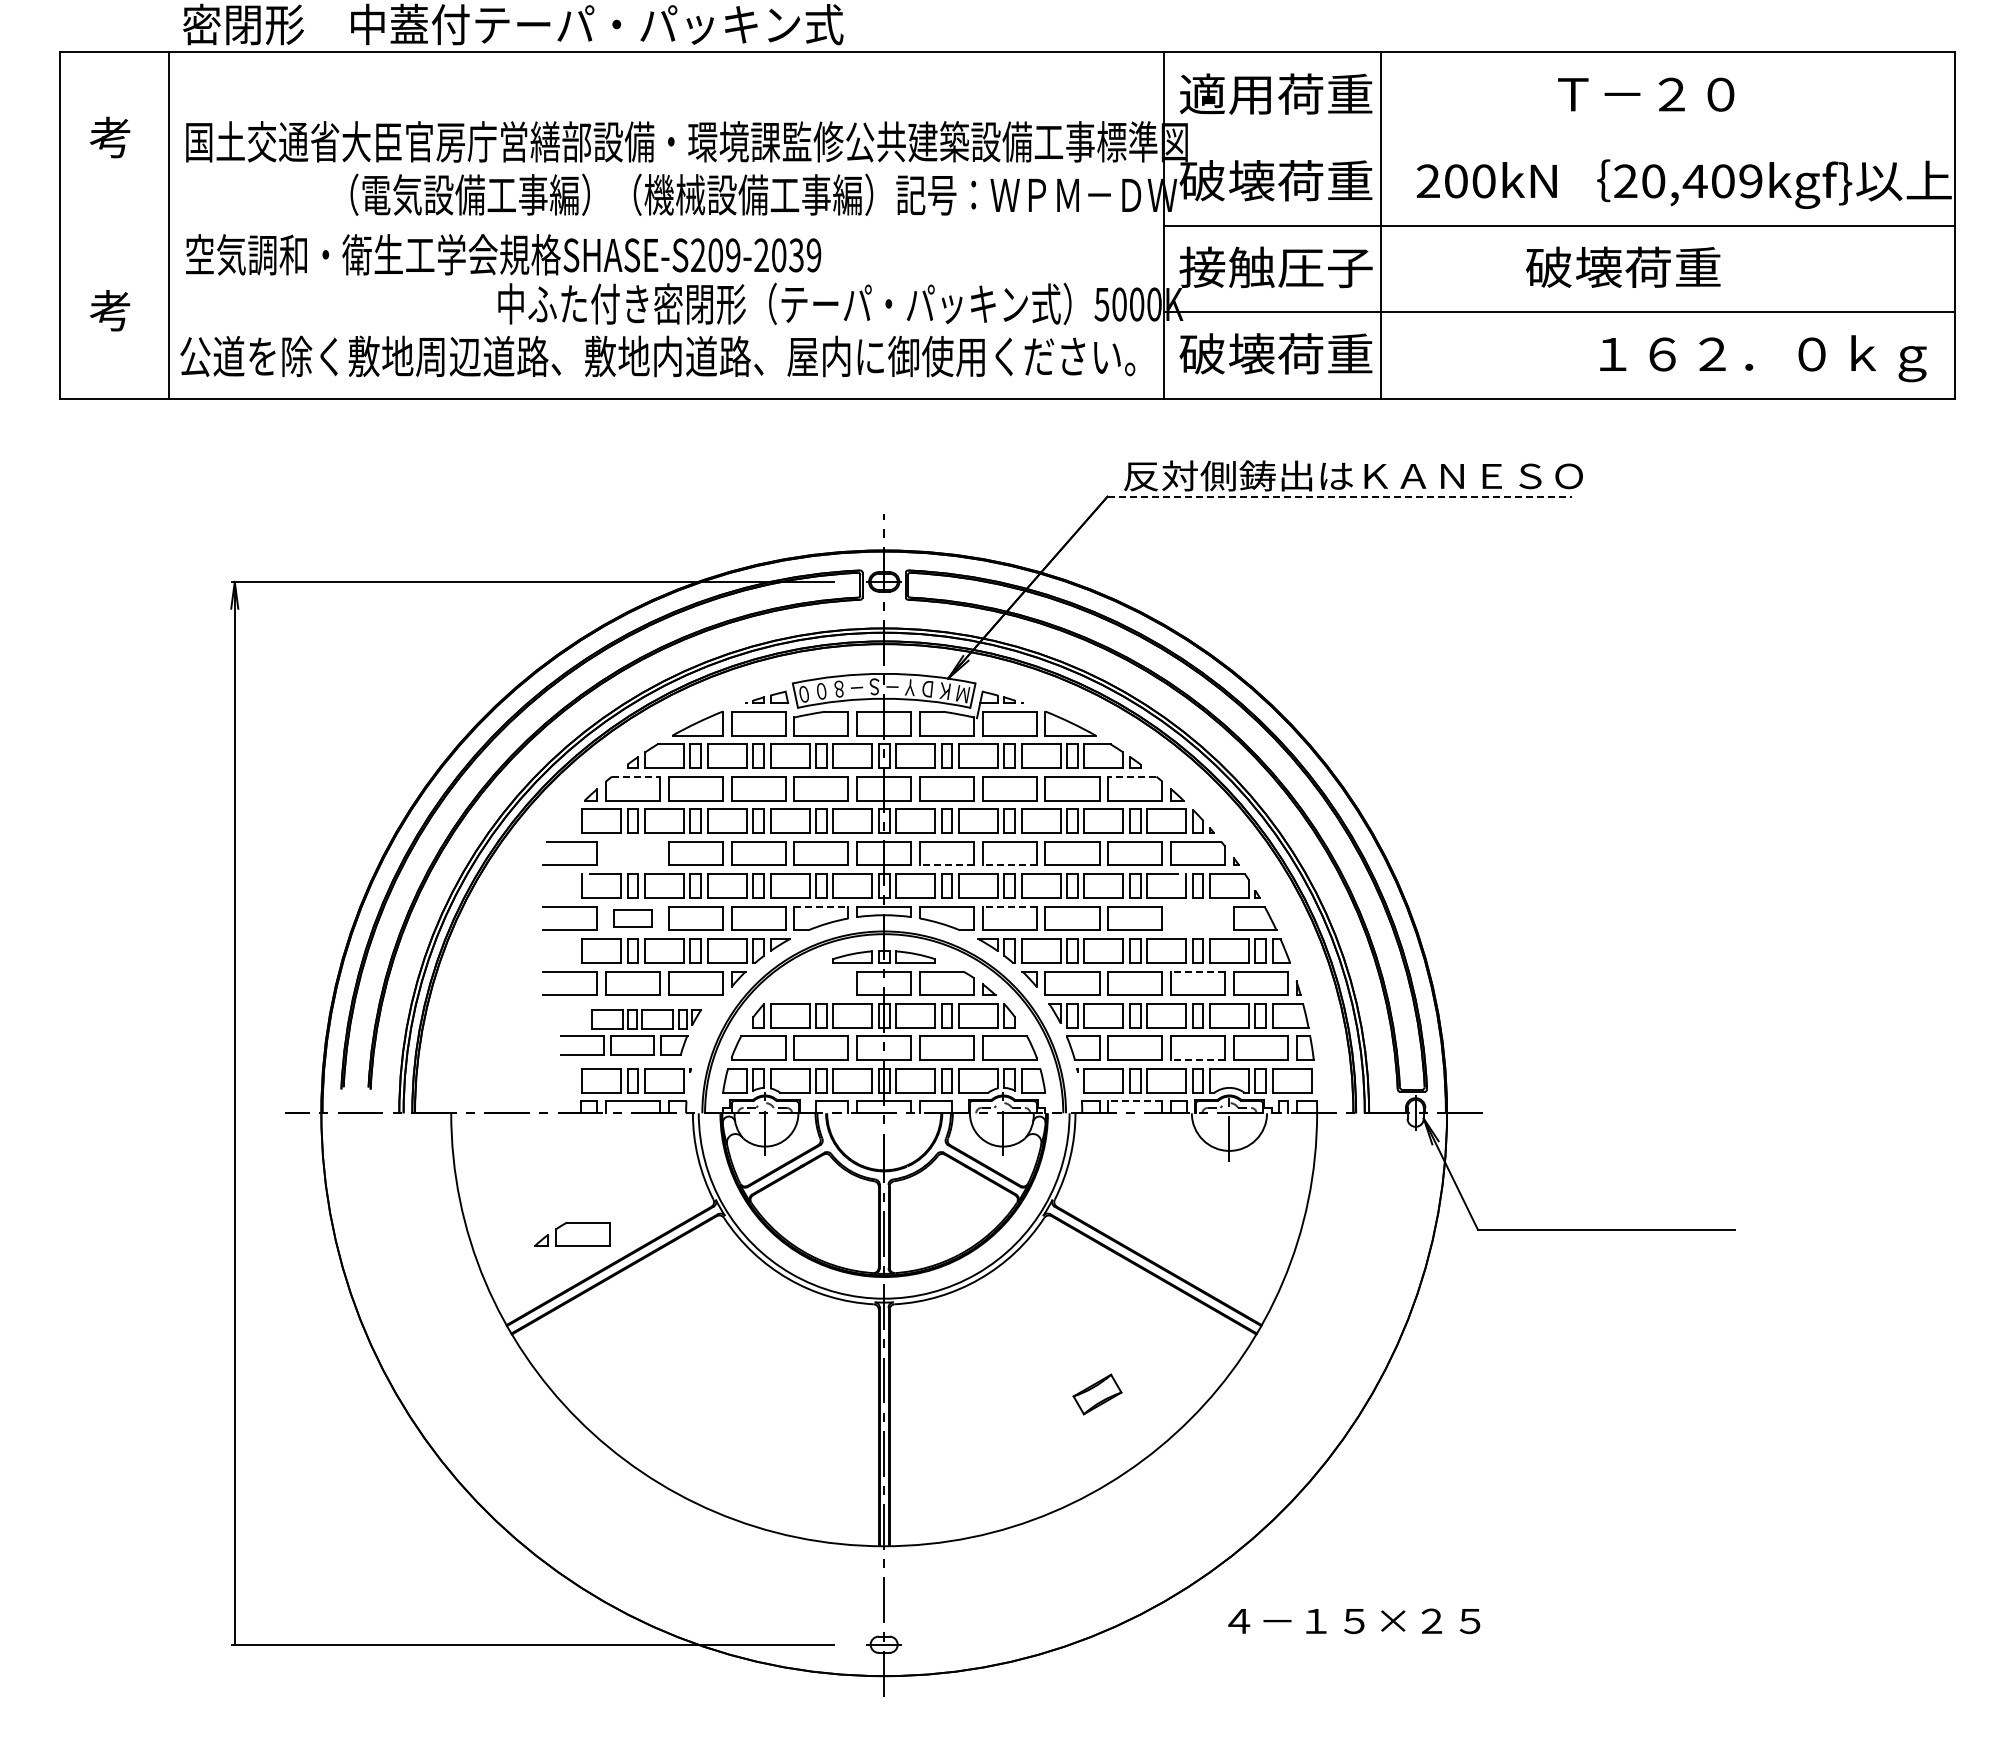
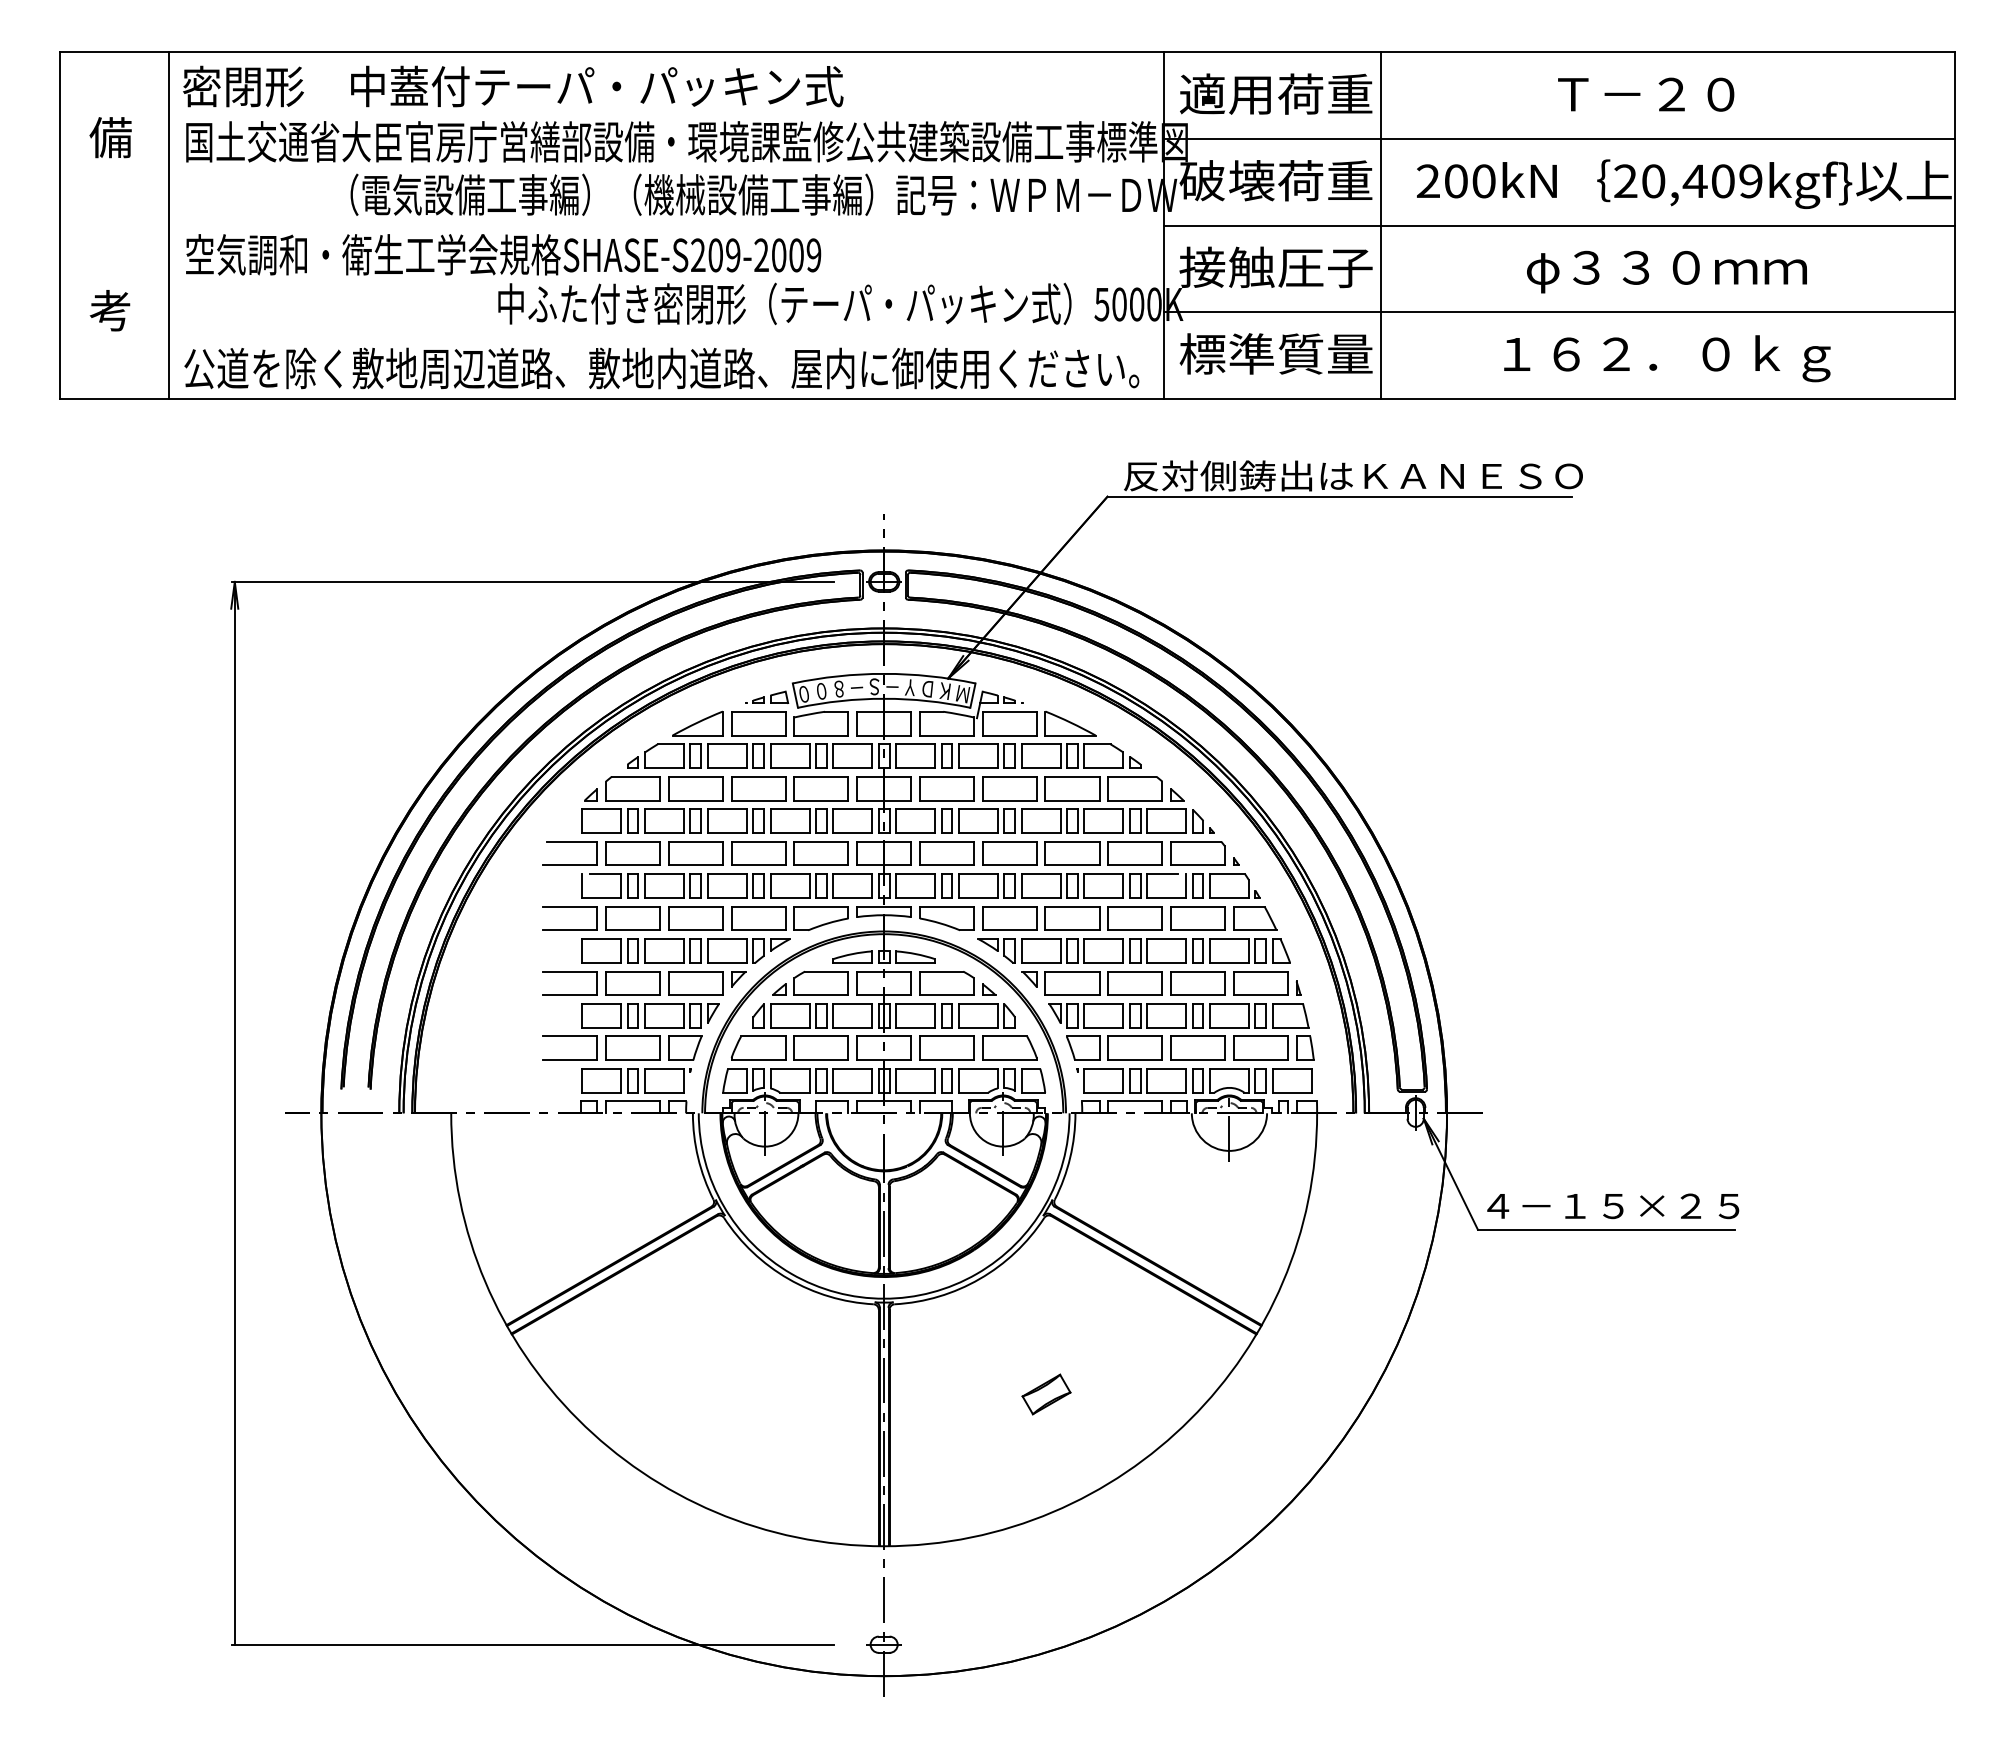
text at (513, 24) position: (513, 24) -> (513, 86)
text at (110, 137): 考 -> 備
line at (1559, 139): none -> present
text at (796, 255): SHASE-S209-2039 -> SHASE-S209-2009
text at (1665, 269): 破壊荷重 -> φ３３０ｍｍ
text at (1275, 353): 破壊荷重 -> 標準質量
text at (657, 356) position: (657, 356) -> (661, 368)
text at (1763, 358) position: (1763, 358) -> (1667, 358)
line at (1340, 496): dashed -> solid
line at (636, 776): dashed -> solid
line at (1131, 776): dashed -> solid
part at (632, 853): none -> present
line at (946, 865): dashed -> solid
line at (1009, 865): dashed -> solid
line at (821, 906): dashed -> solid
line at (1009, 906): dashed -> solid
part at (632, 918) size: 40x19 px -> 56x25 px
part at (1197, 918): none -> present
line at (1197, 971): dashed -> solid
part at (630, 1032) size: 142x47 px -> 178x58 px
line at (1197, 1060): dashed -> solid
line at (1134, 1101): dashed -> solid
part at (572, 1234) position: (572, 1234) -> (810, 983)
part at (1097, 1394) position: (1097, 1394) -> (1046, 1394)
text at (1354, 1621) position: (1354, 1621) -> (1613, 1206)
